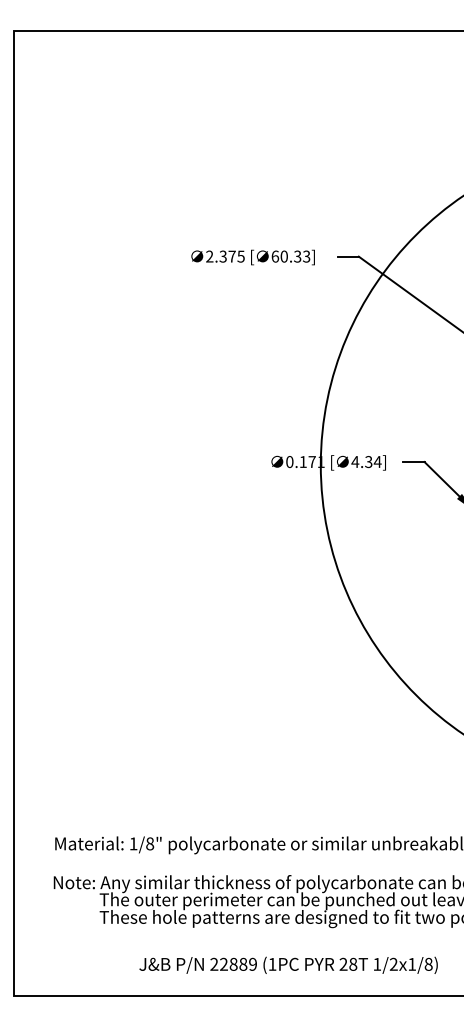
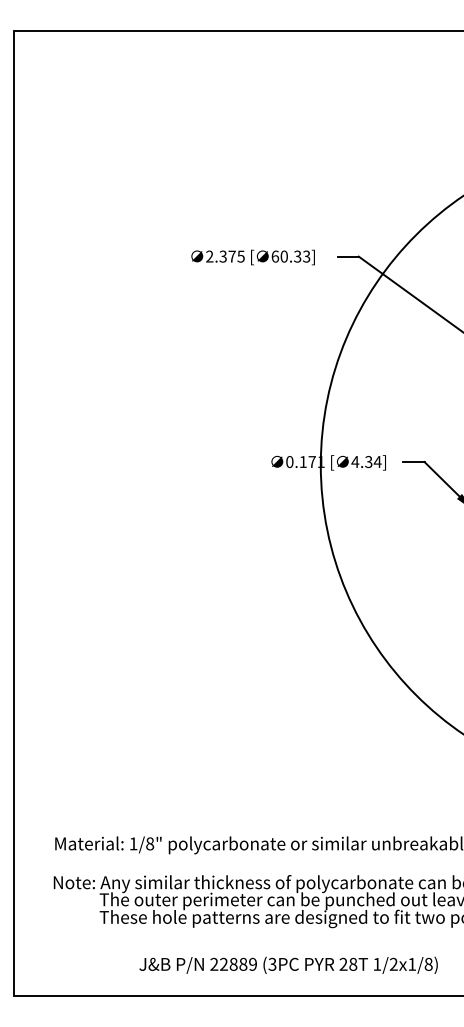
text at (272, 963): (1PC -> (3PC
